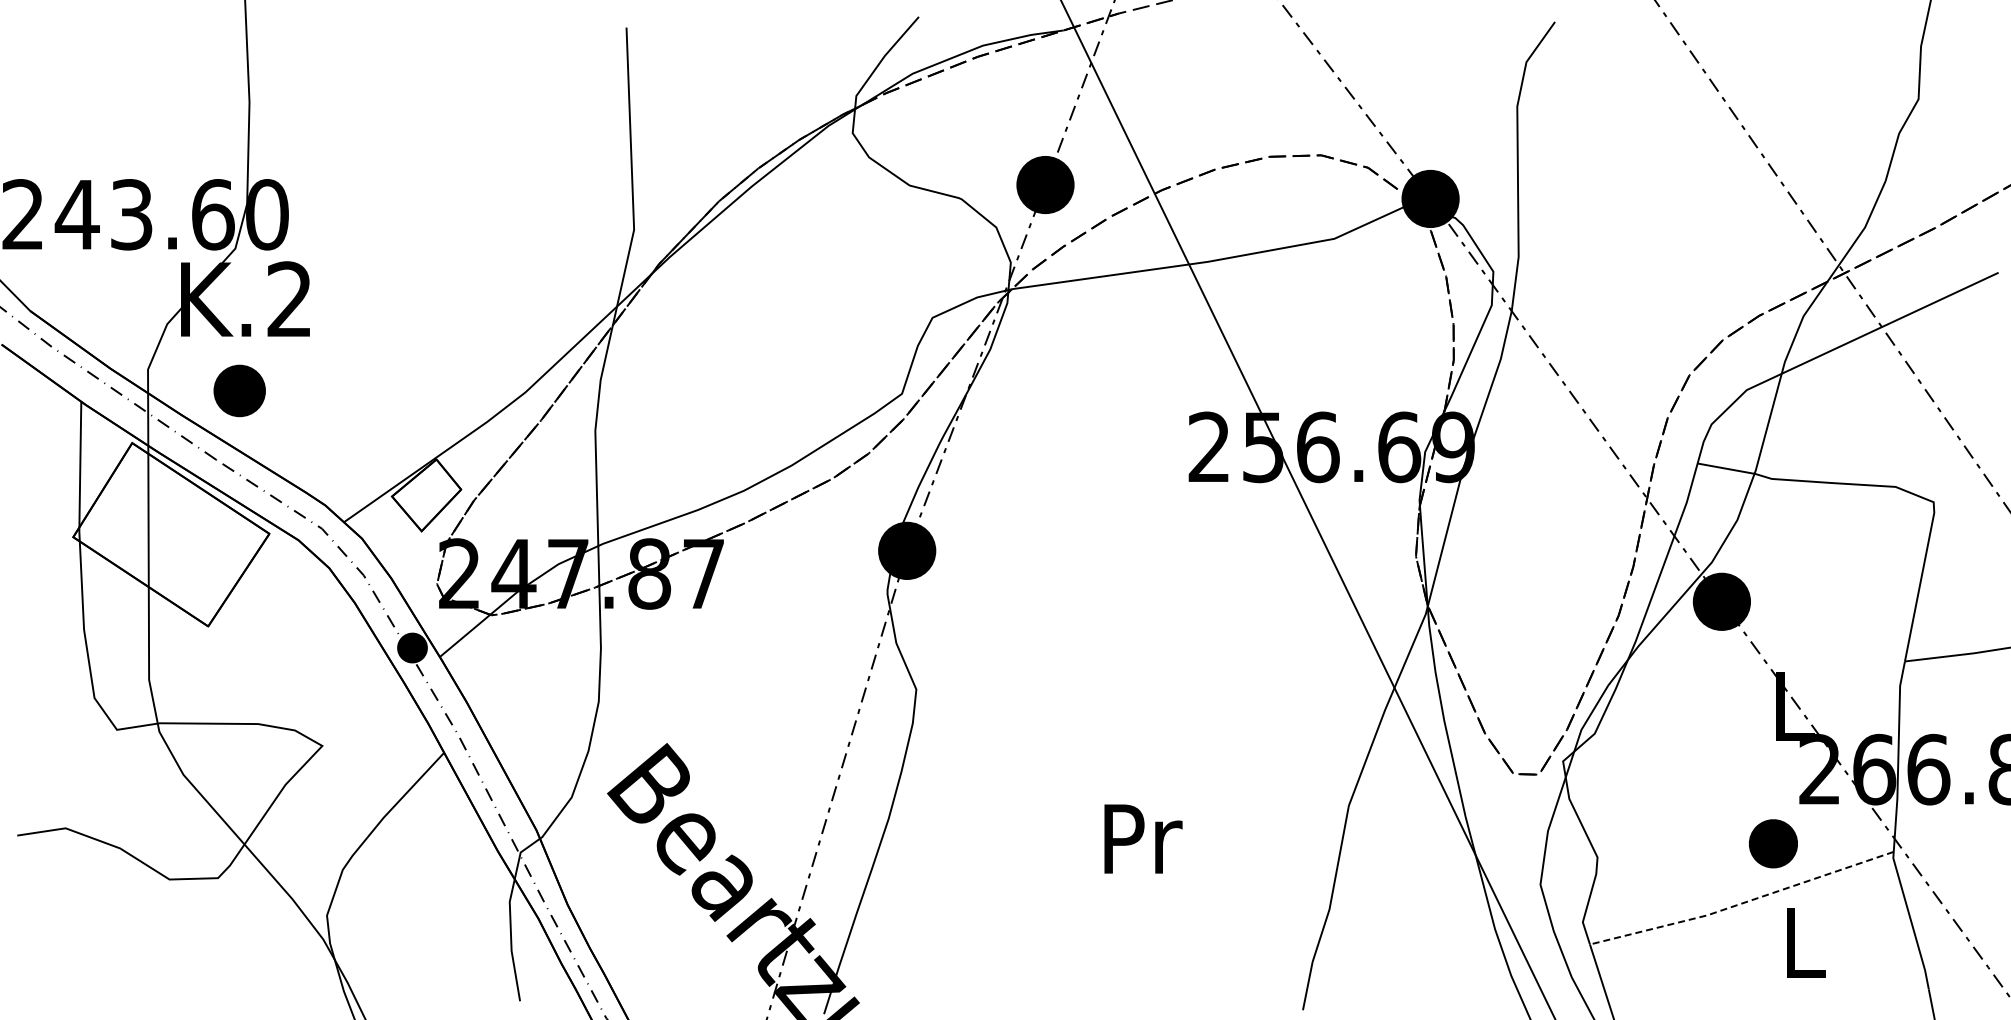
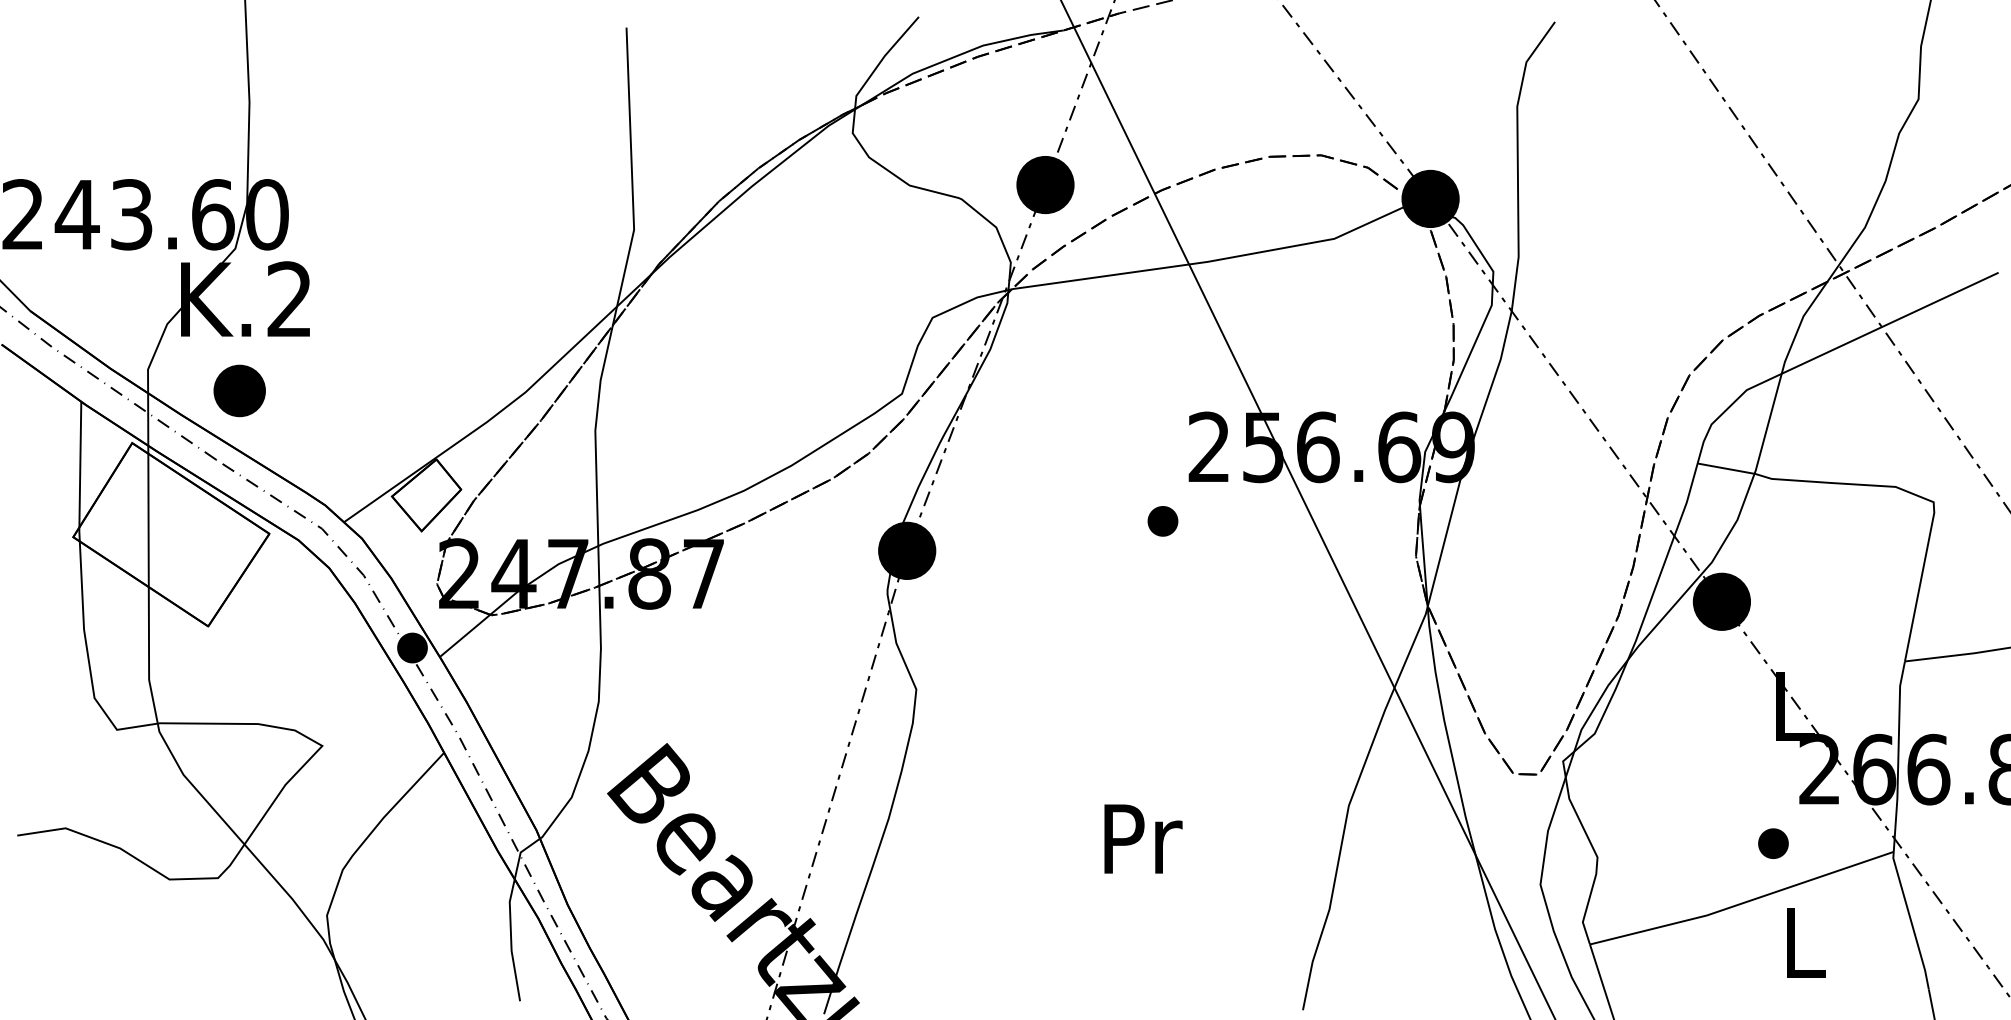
part at (1162, 521): none -> present
part at (1773, 843) size: 49x50 px -> 31x31 px
line at (1742, 903): dashed -> solid
